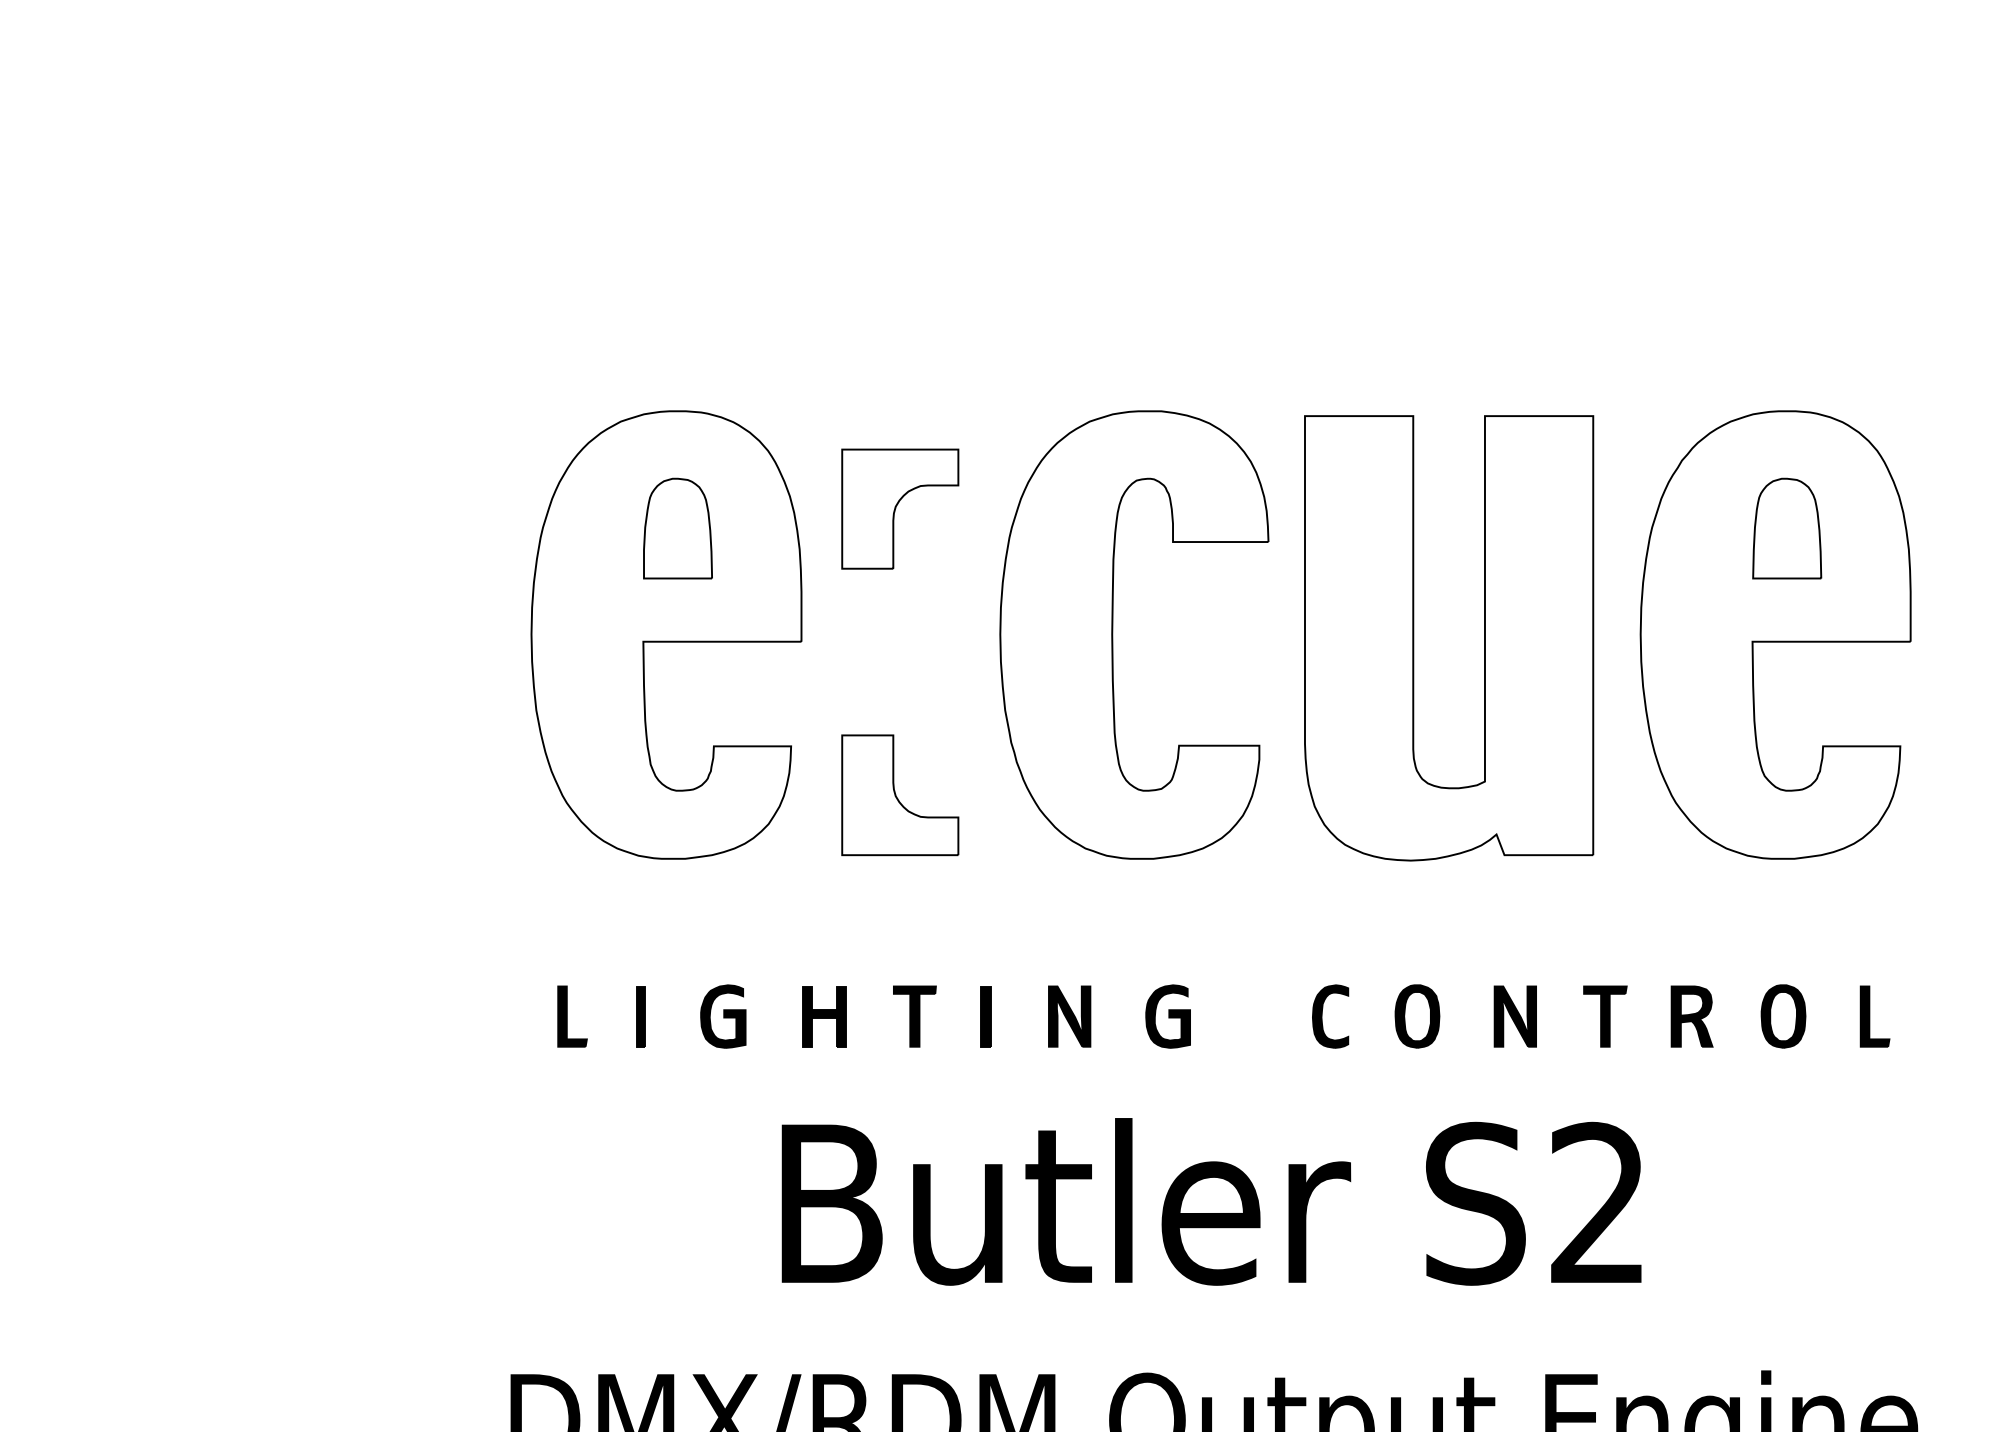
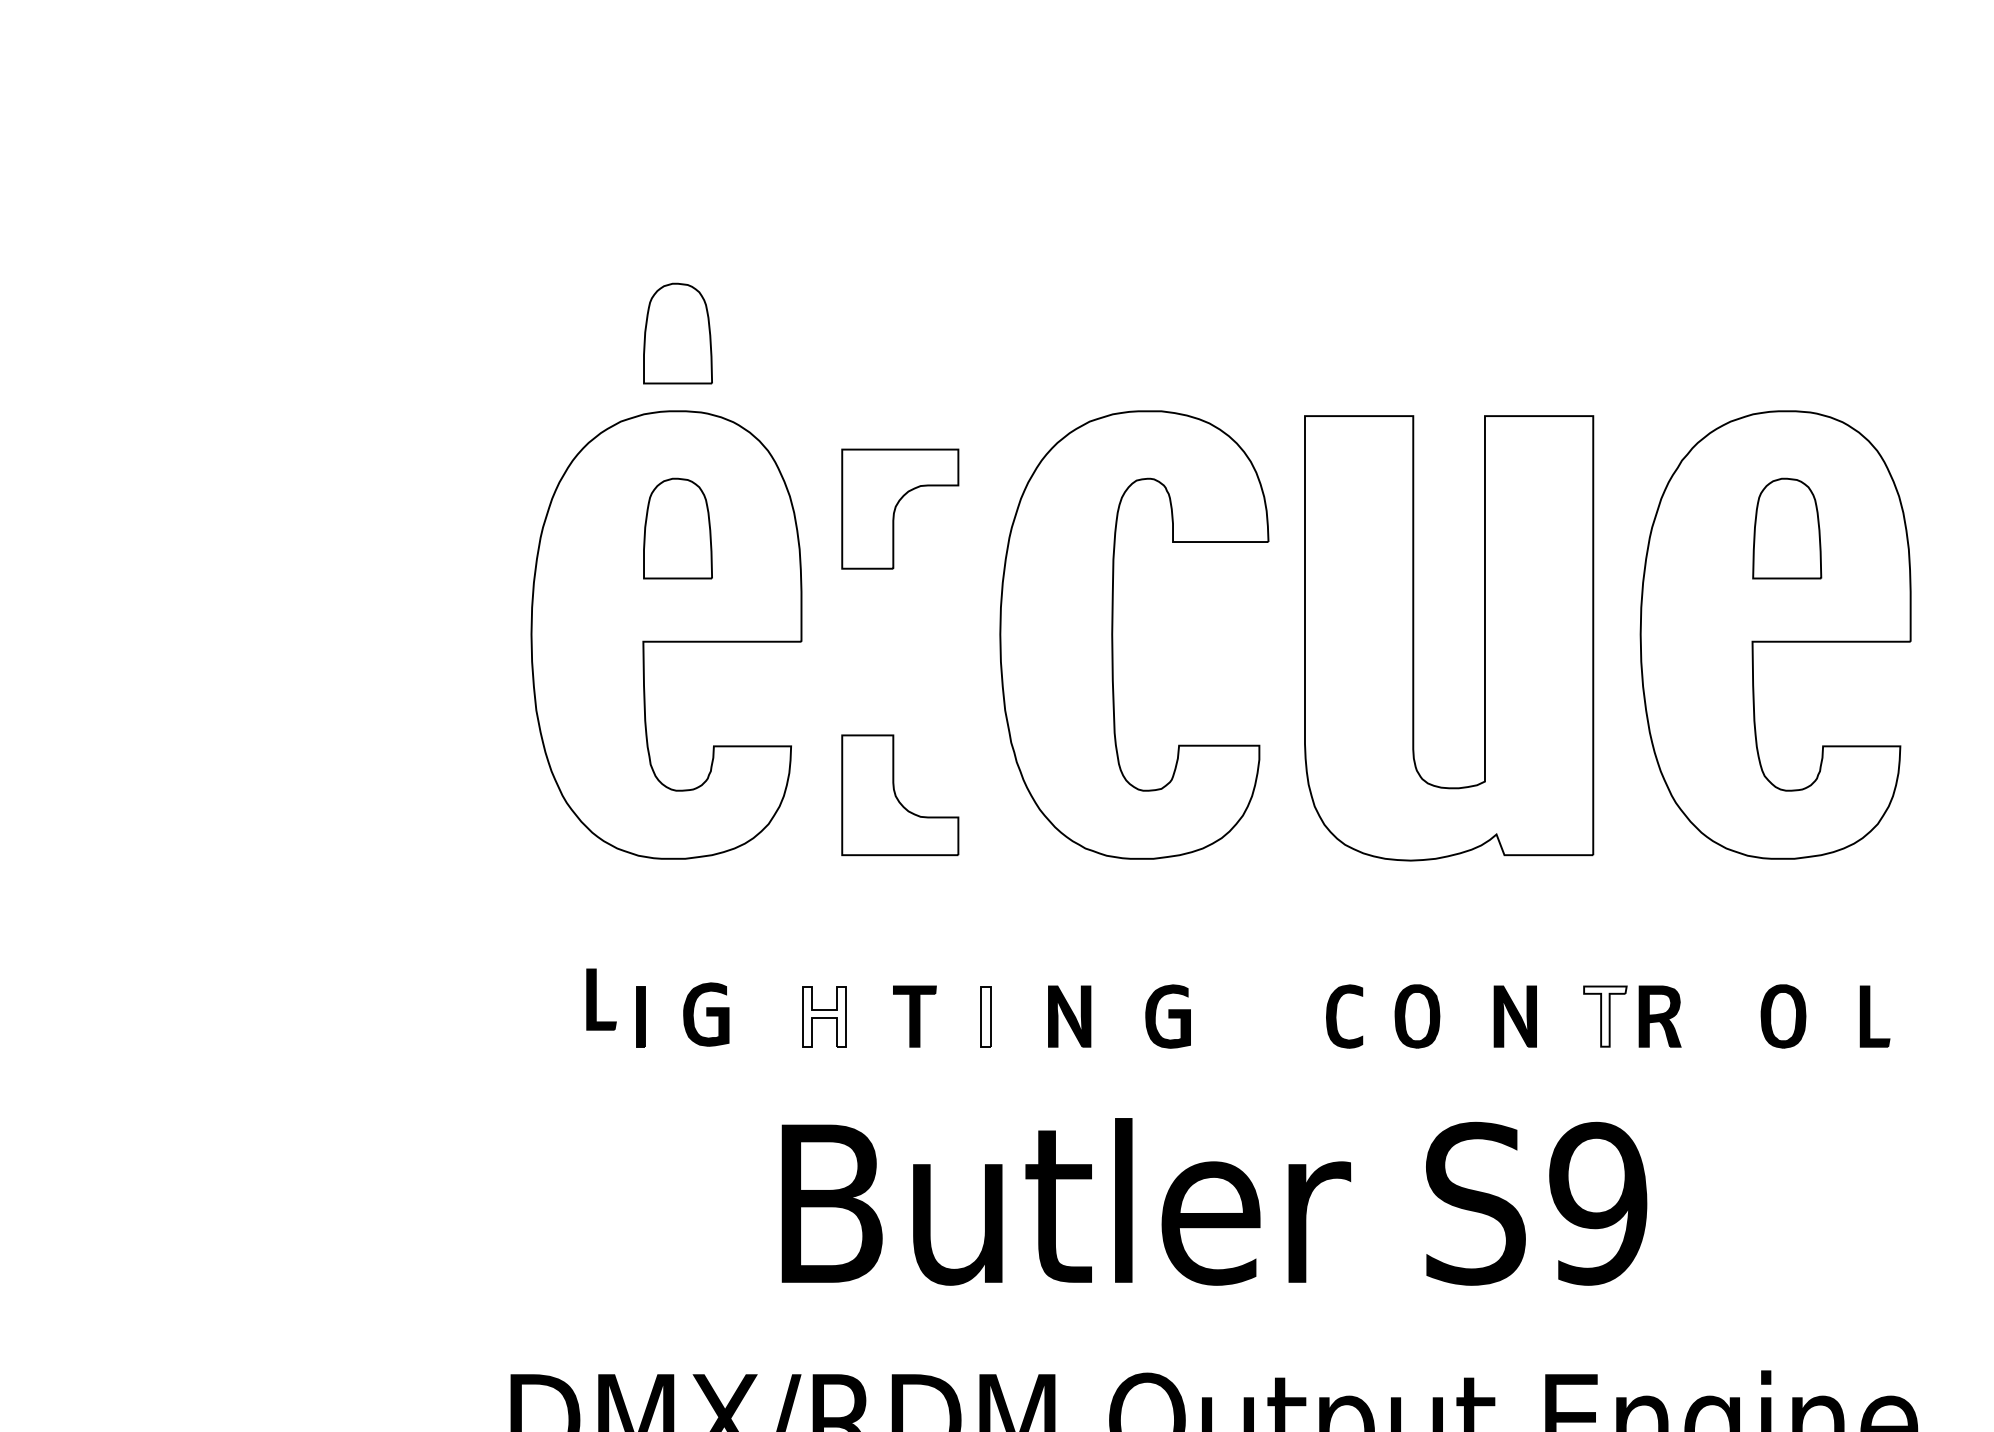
part at (677, 333): none -> present
part at (572, 1016) position: (572, 1016) -> (601, 999)
part at (723, 1016) position: (723, 1016) -> (706, 1014)
fill at (824, 1016): present -> none
fill at (985, 1016): present -> none
part at (1322, 1016) position: (1322, 1016) -> (1336, 1016)
fill at (1605, 1016): present -> none
part at (1691, 1016) position: (1691, 1016) -> (1659, 1016)
text at (1598, 1203): S2 -> S9
